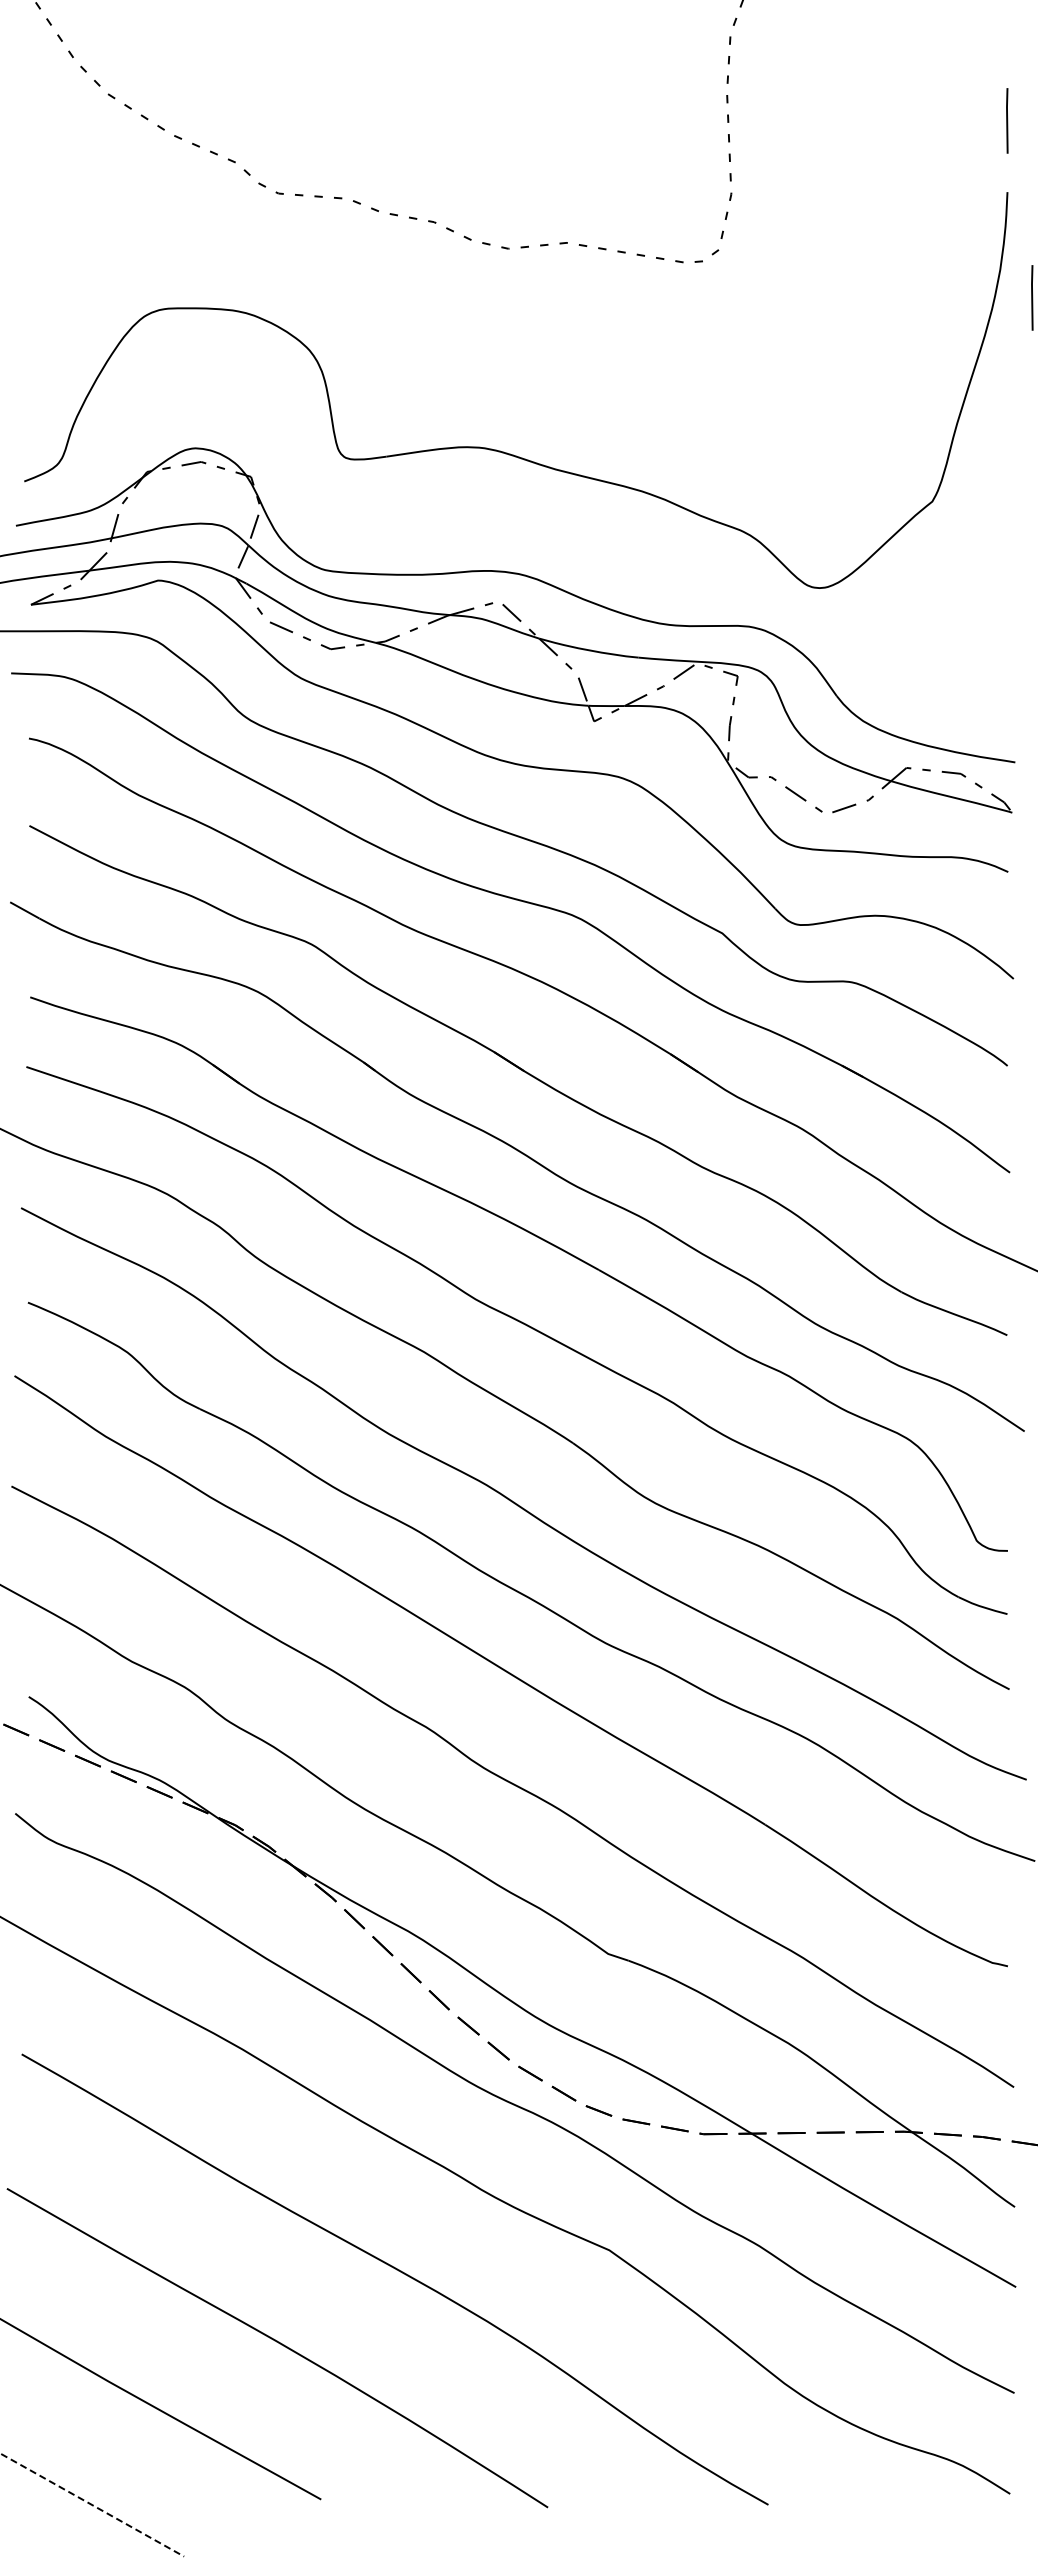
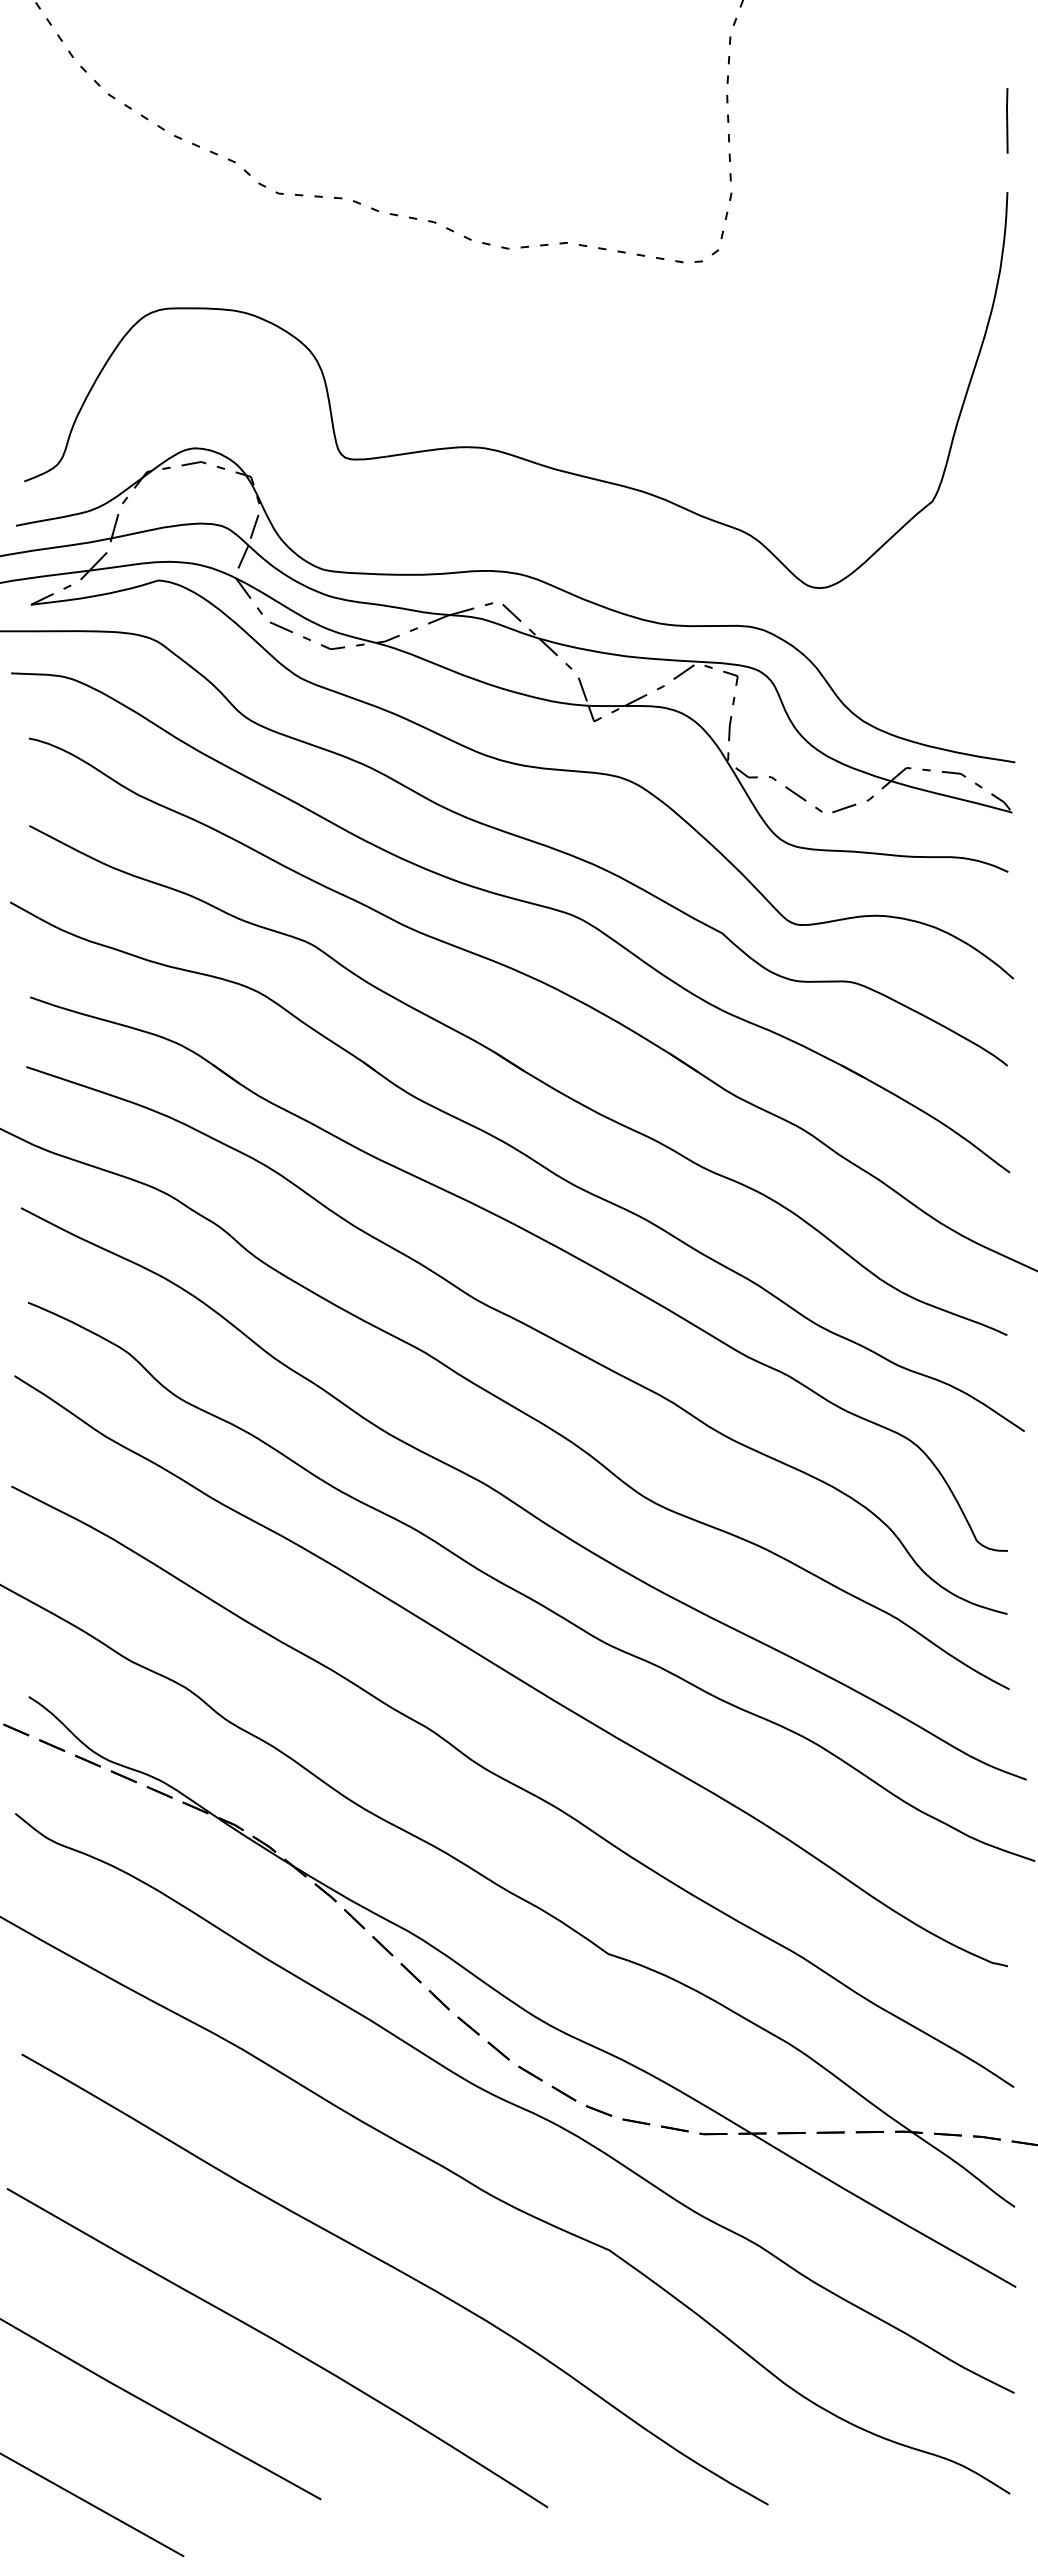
line at (1032, 297): present -> none
line at (92, 2505): dashed -> solid
